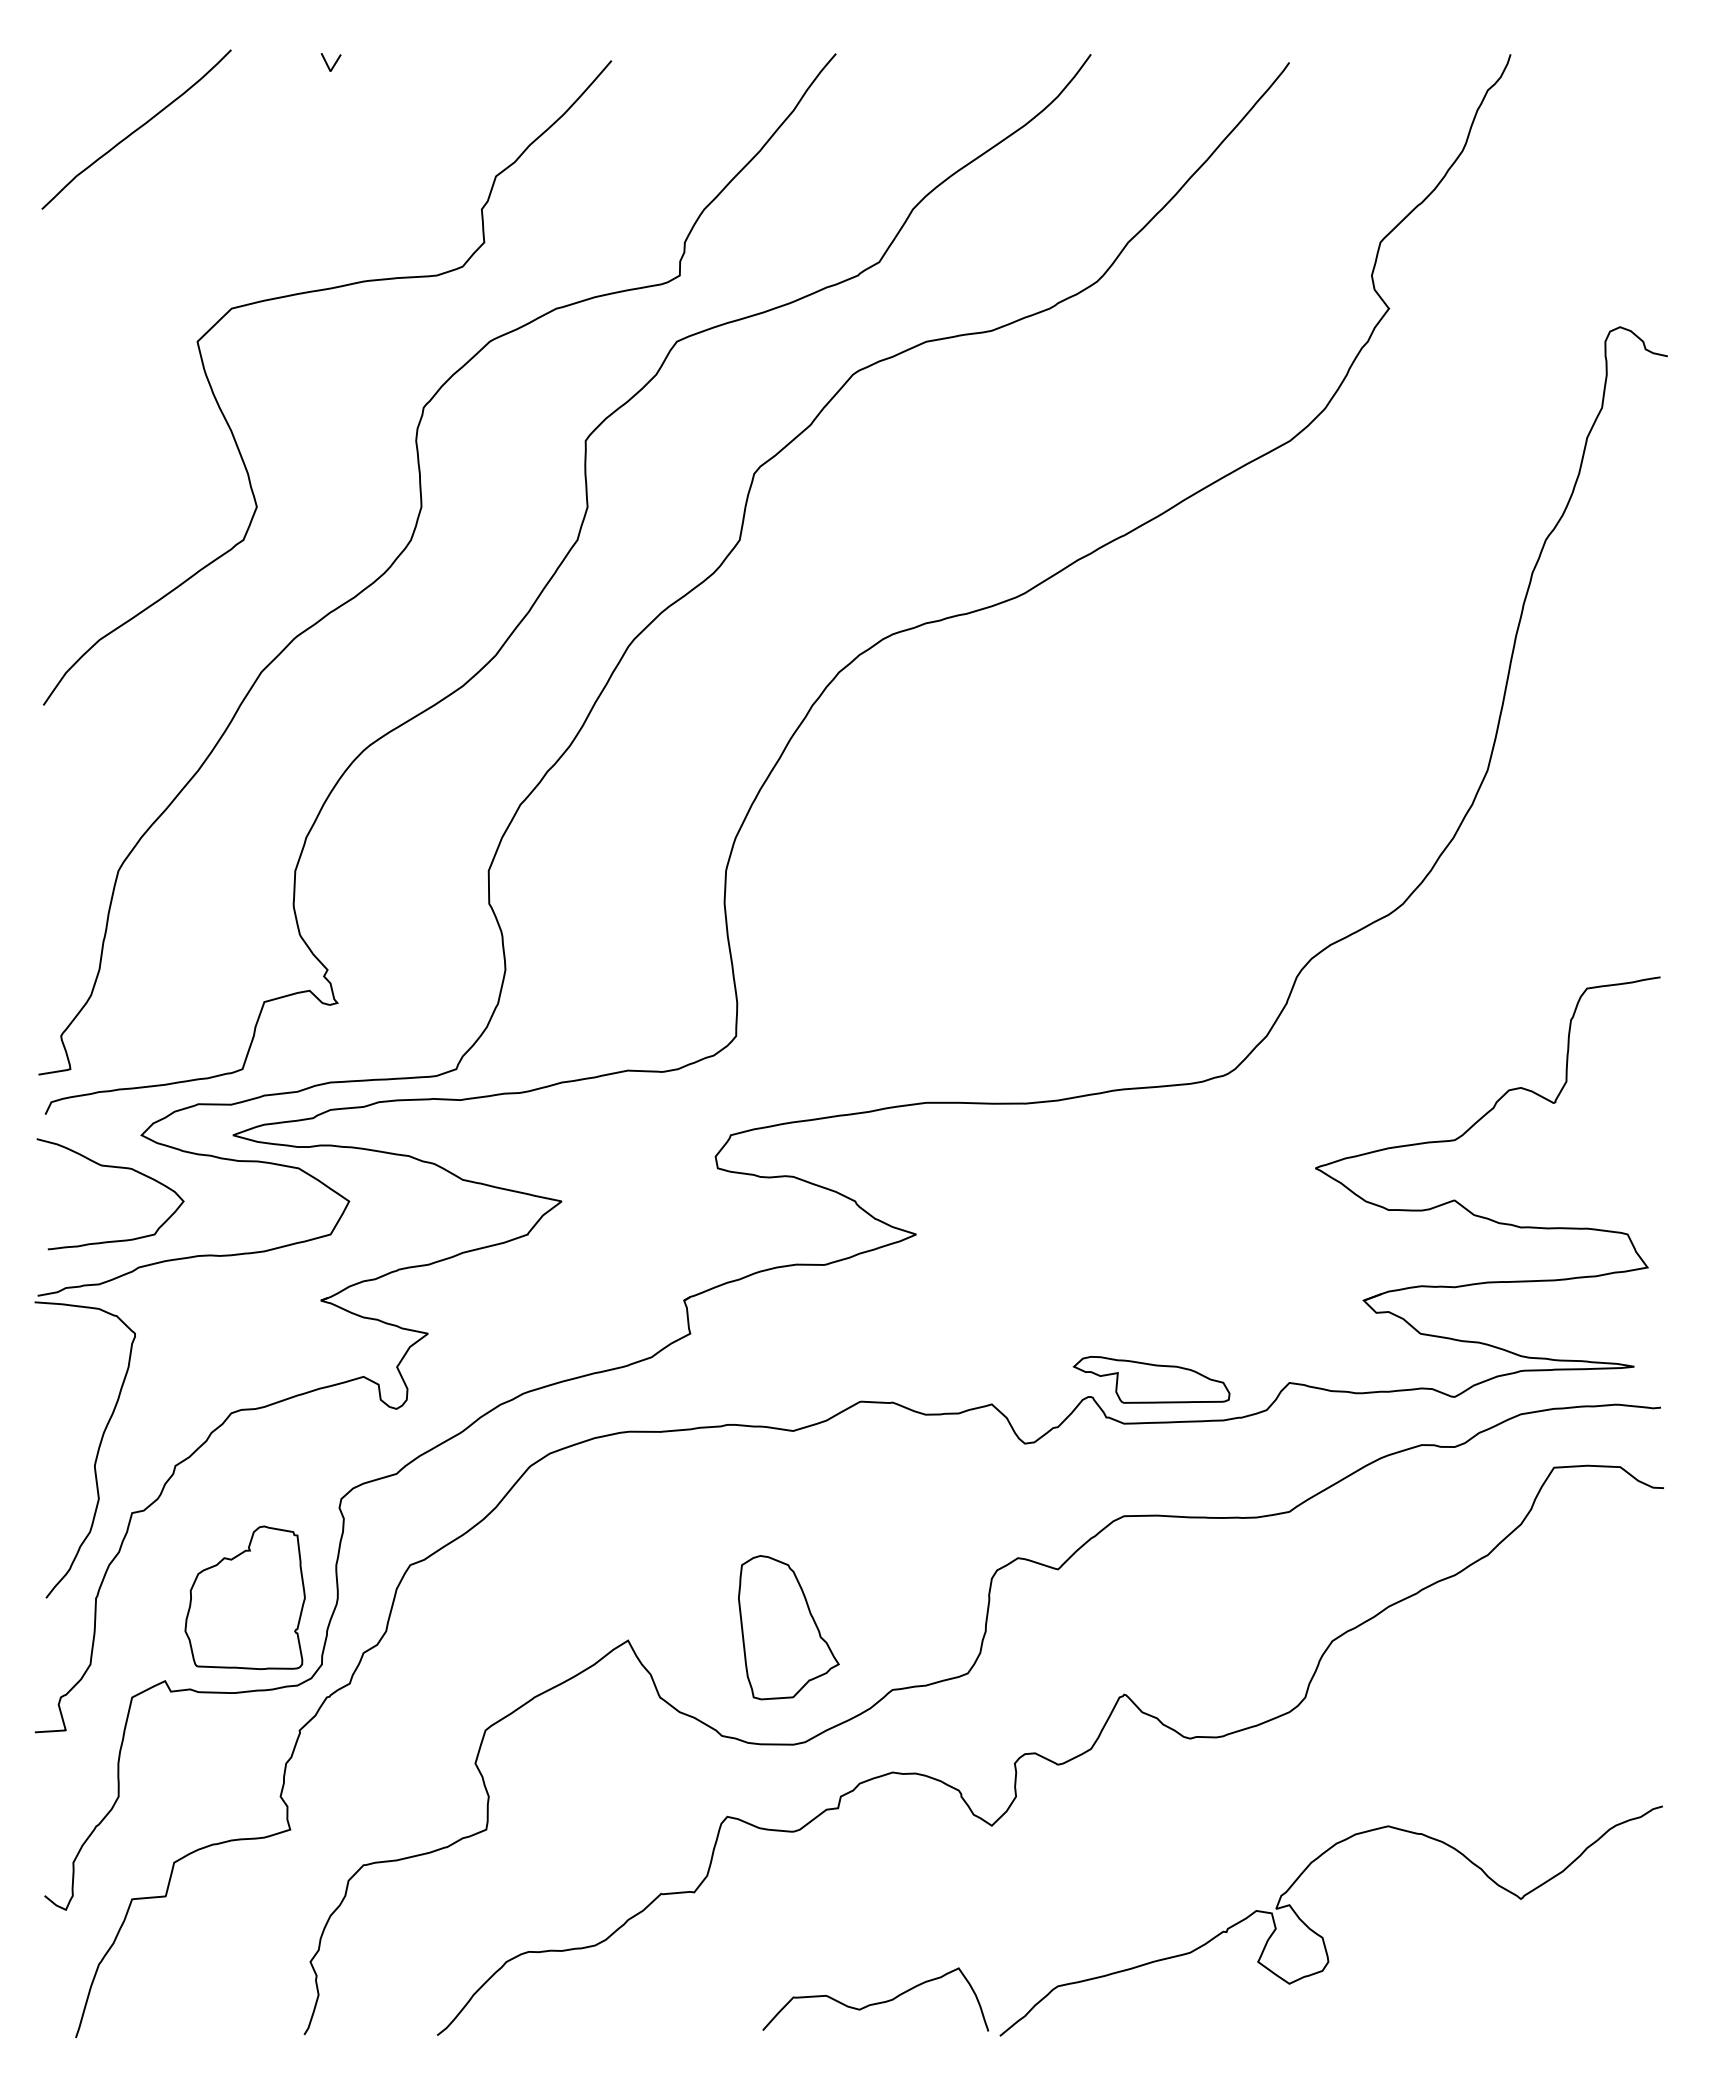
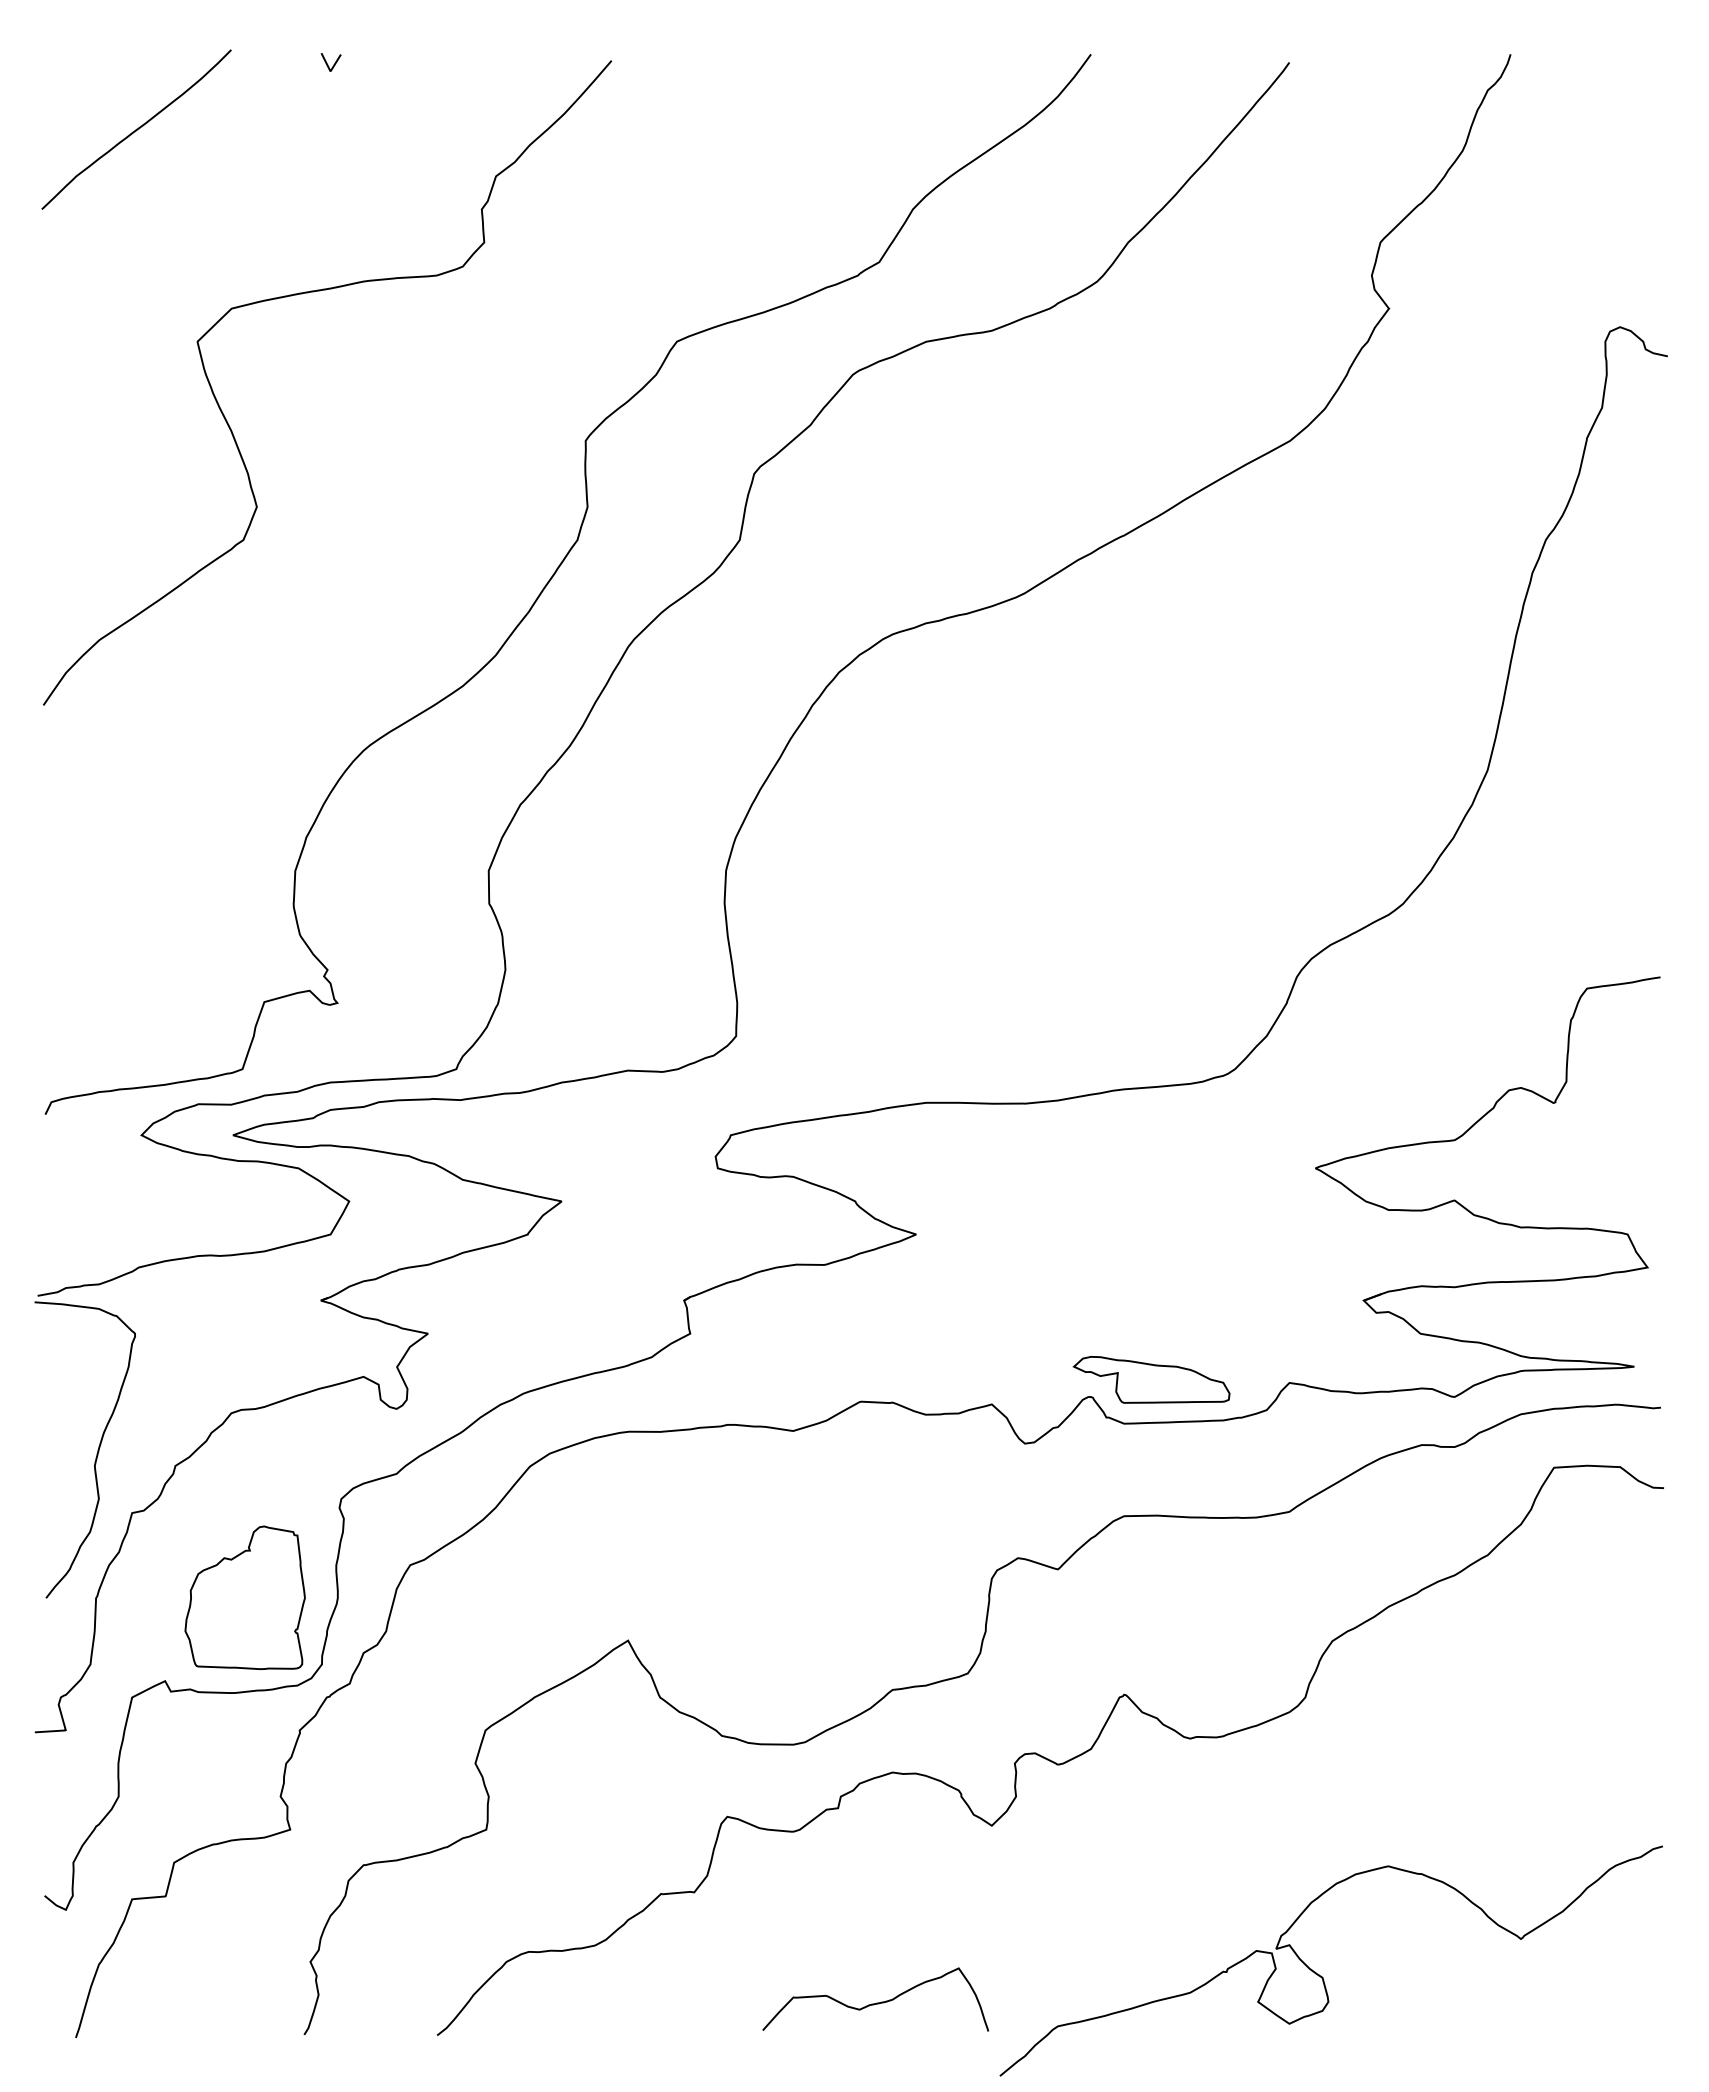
curve at (409, 544): present -> none
curve at (117, 1168): present -> none
part at (788, 1627): present -> none
curve at (1321, 1935) position: (1321, 1935) -> (1321, 1975)
